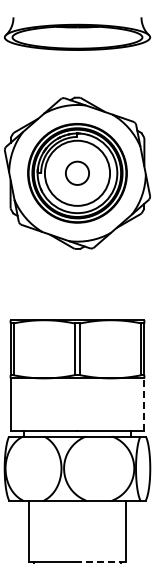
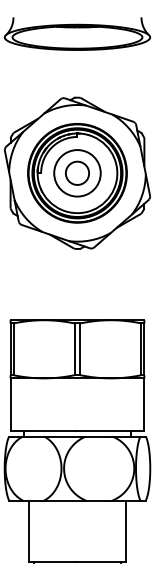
circle at (77, 172) diameter: 65 px -> 47 px
line at (144, 404): dashed -> solid
line at (101, 561): dashed -> solid
